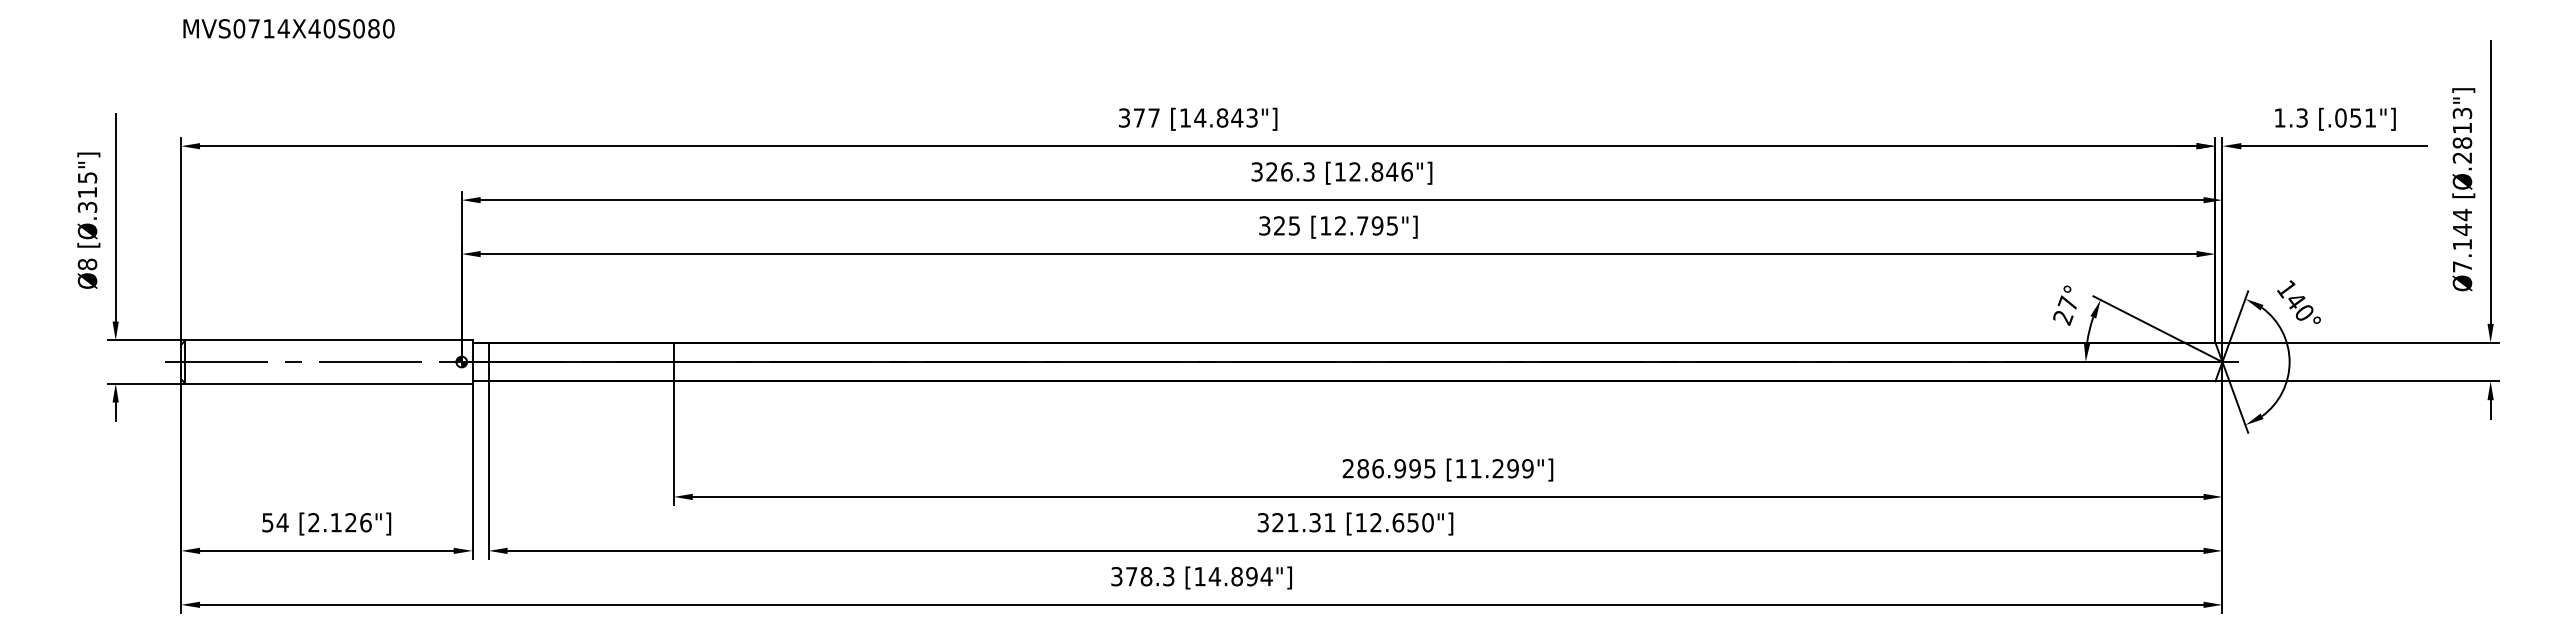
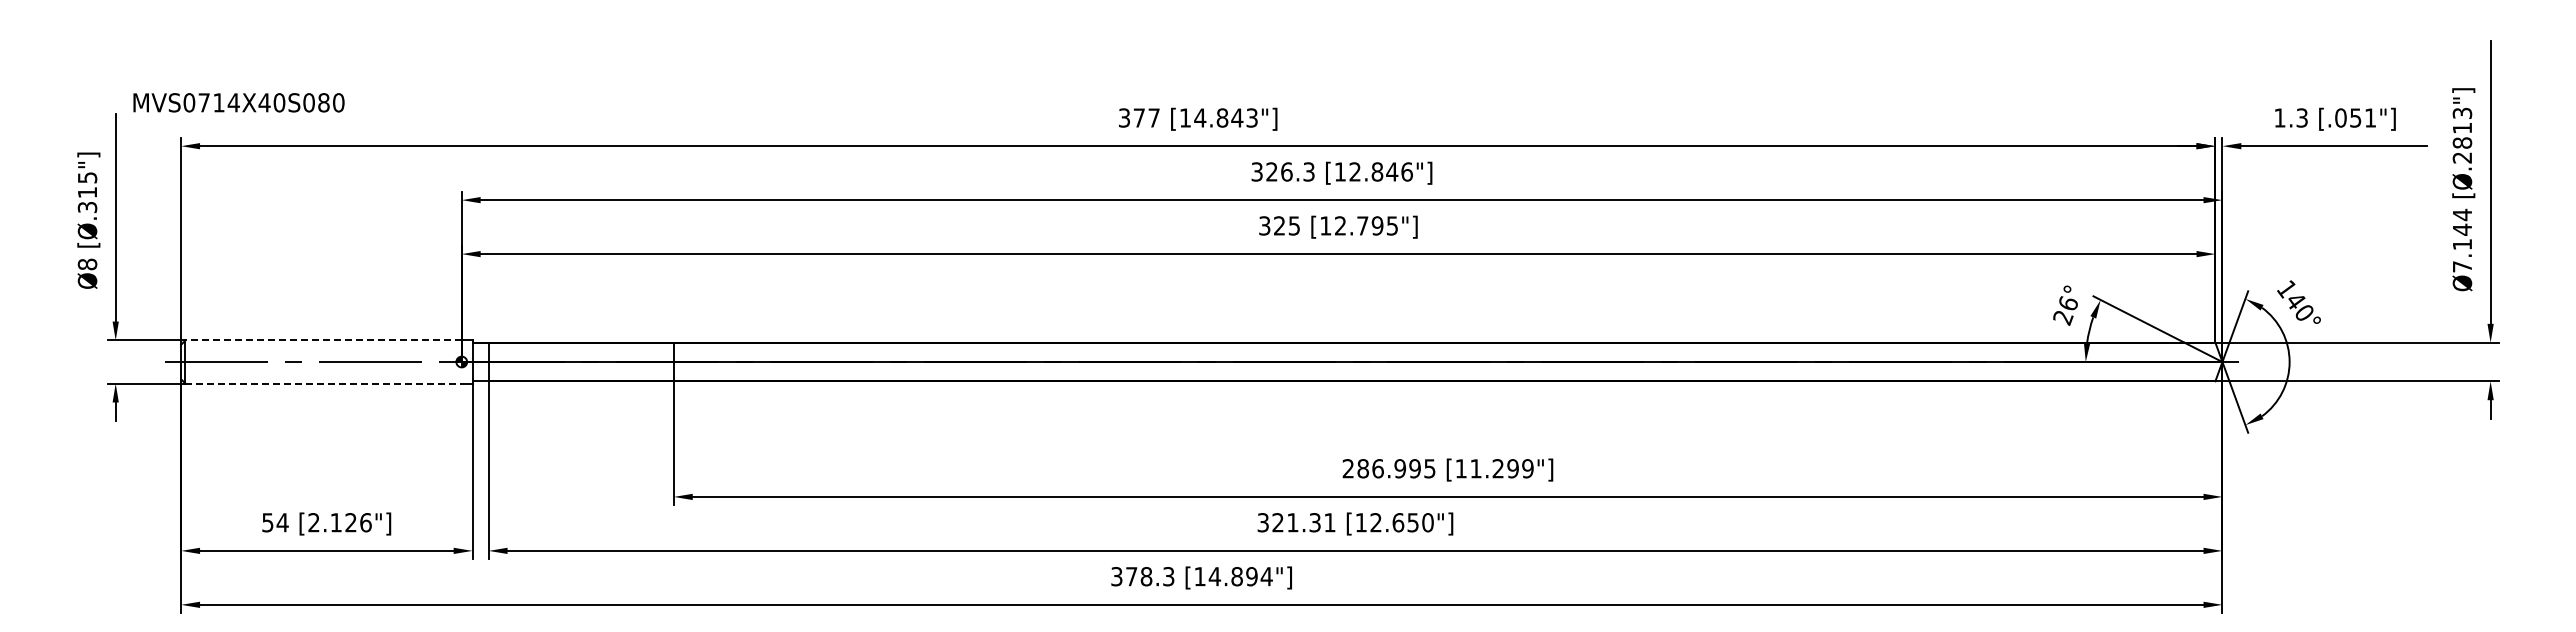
text at (288, 28) position: (288, 28) -> (238, 102)
text at (2067, 302): 27° -> 26°
line at (323, 340): solid -> dashed
line at (324, 383): solid -> dashed
